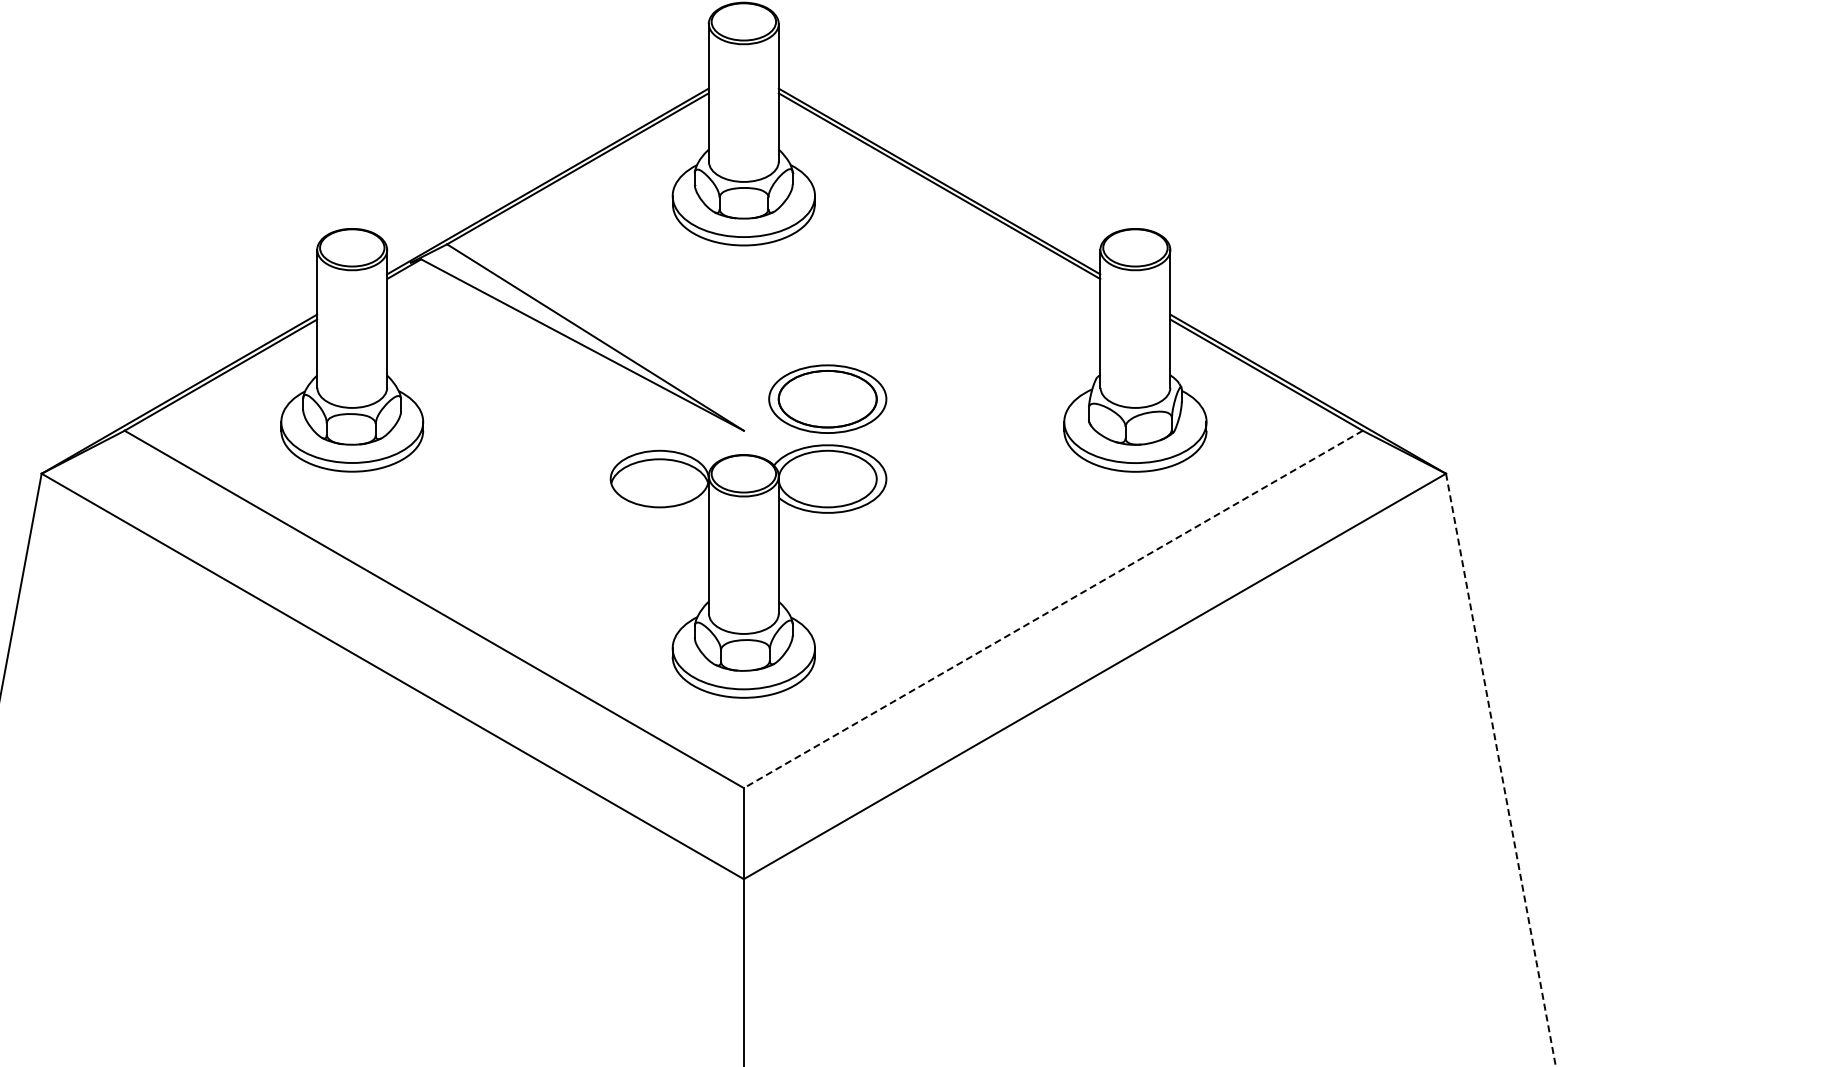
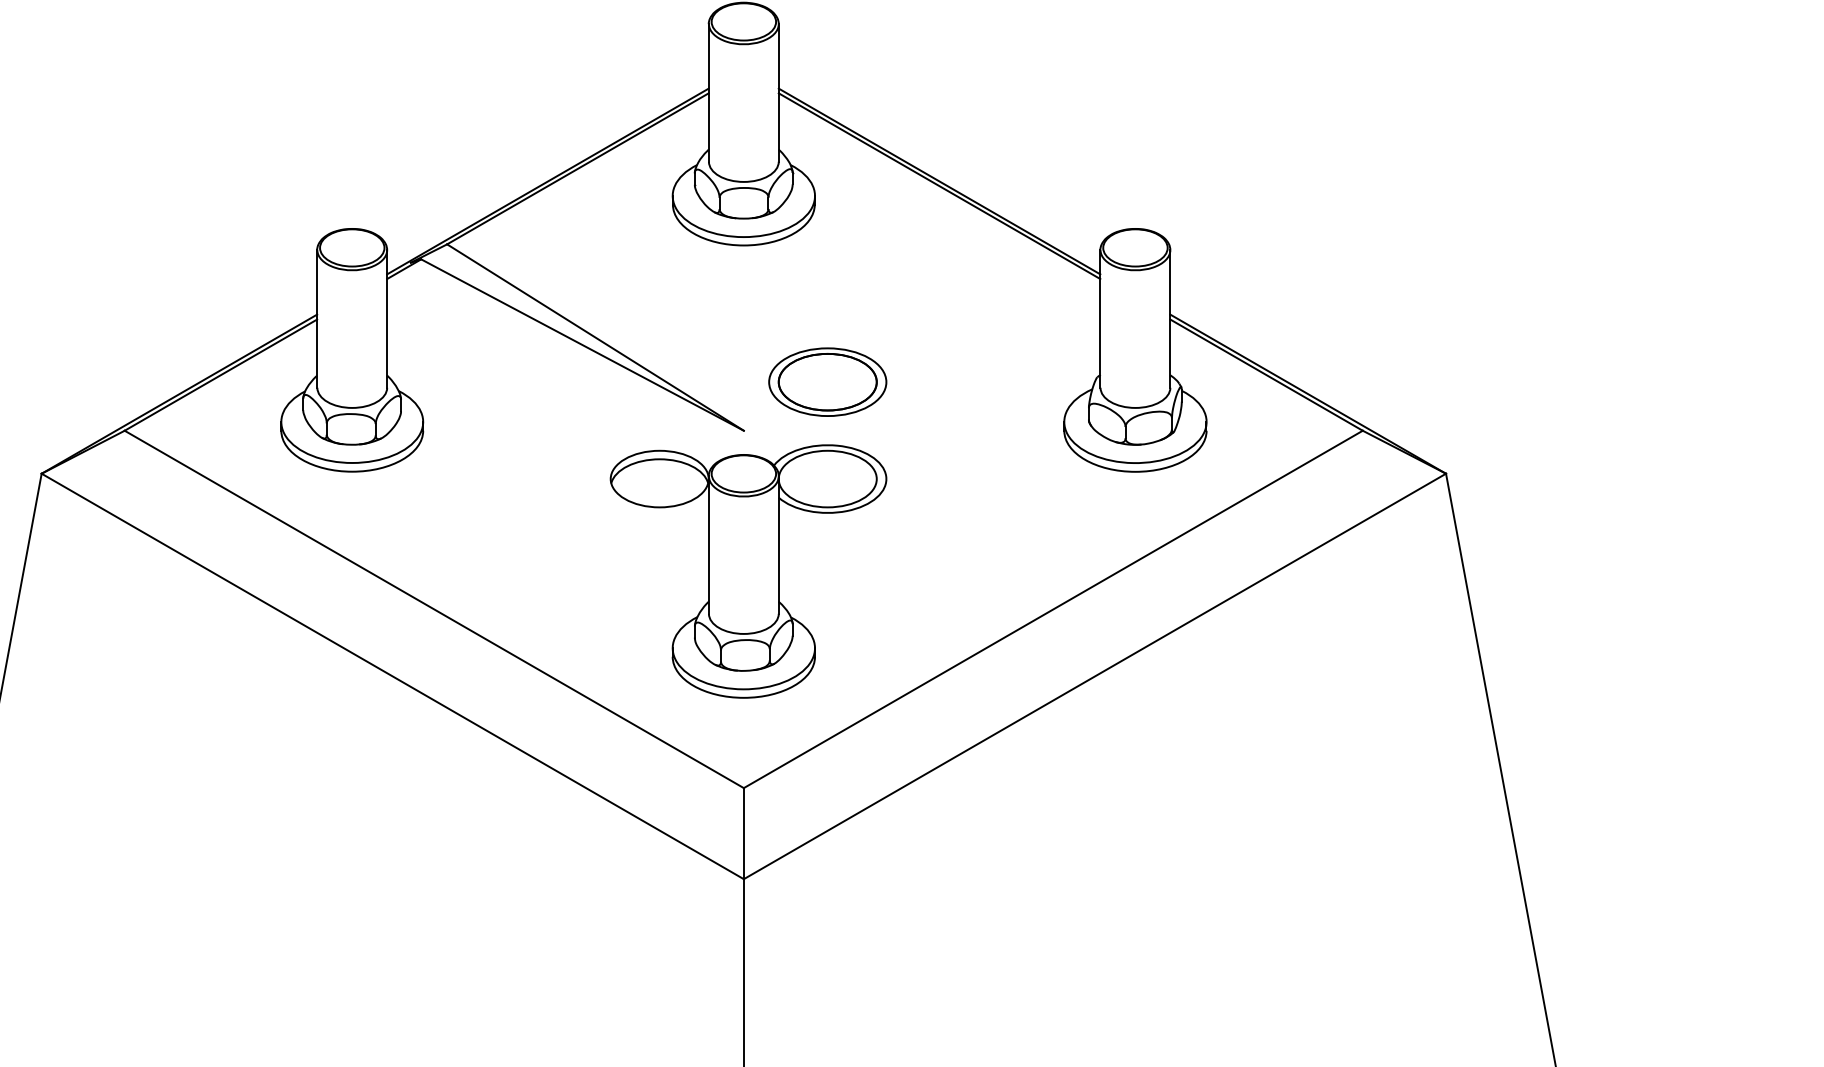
part at (827, 398) position: (827, 398) -> (827, 381)
line at (1052, 609): dashed -> solid
line at (1501, 770): dashed -> solid
